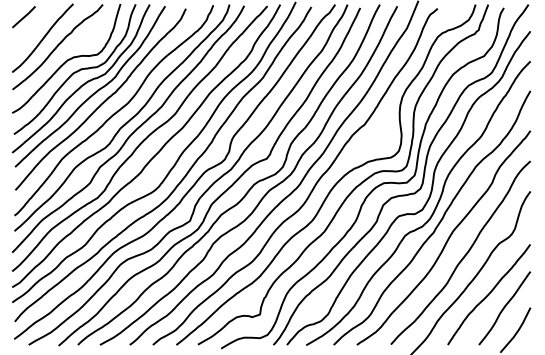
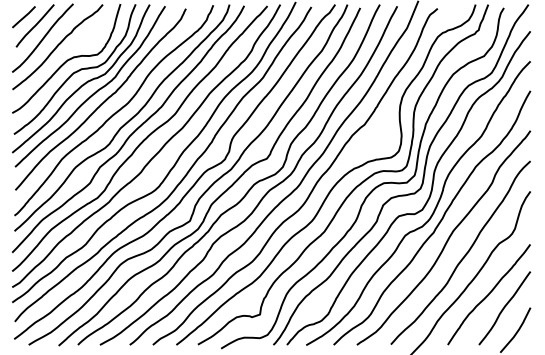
line at (34, 25): none -> present
